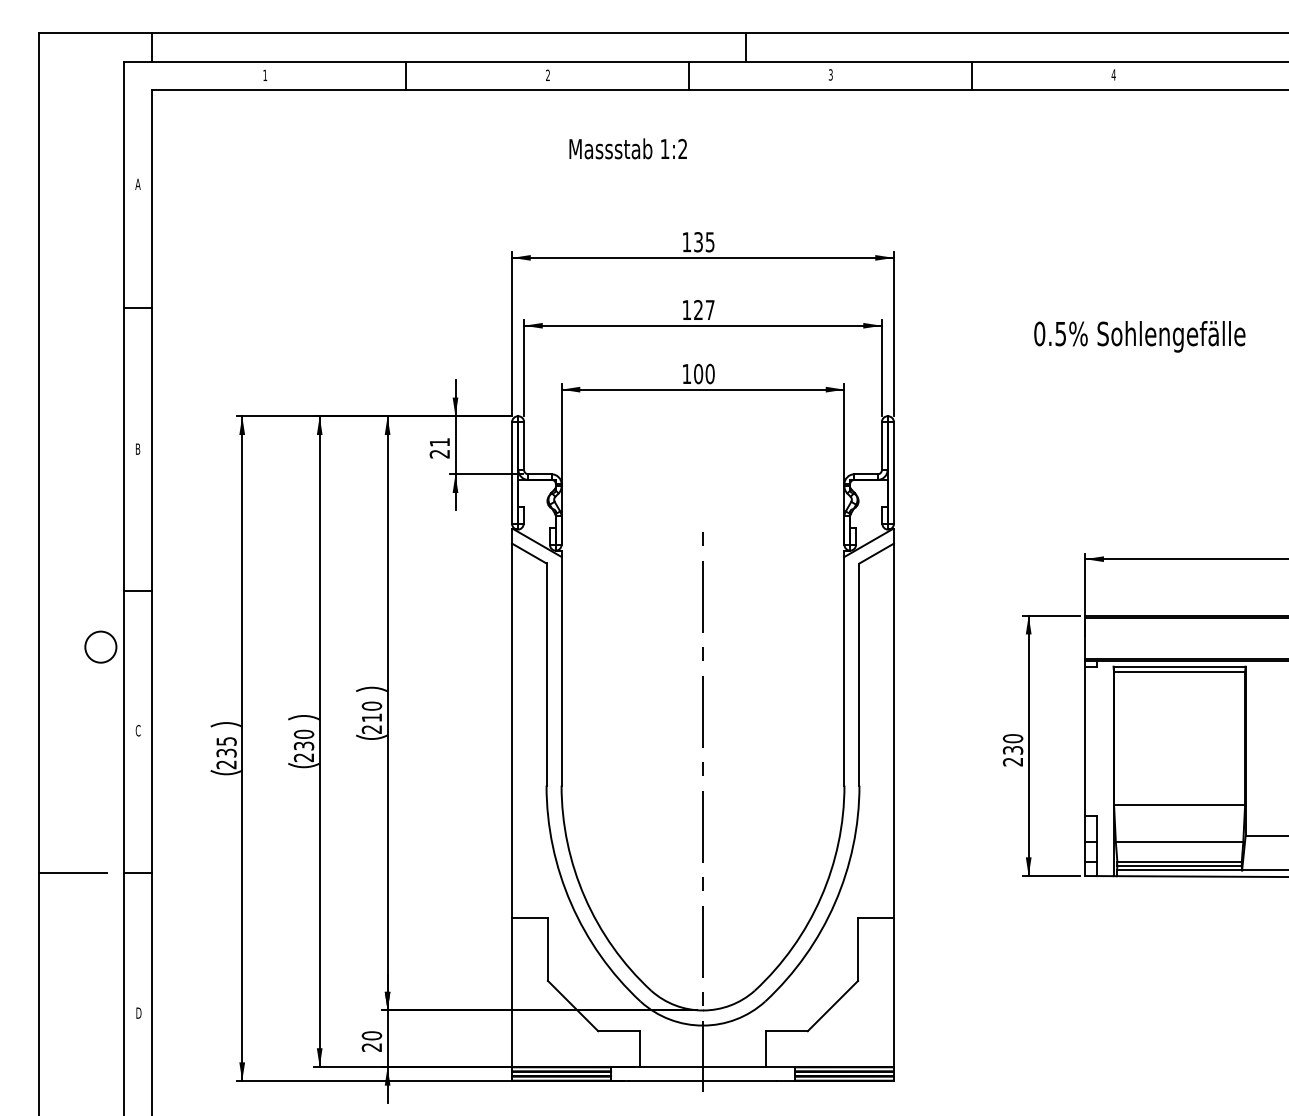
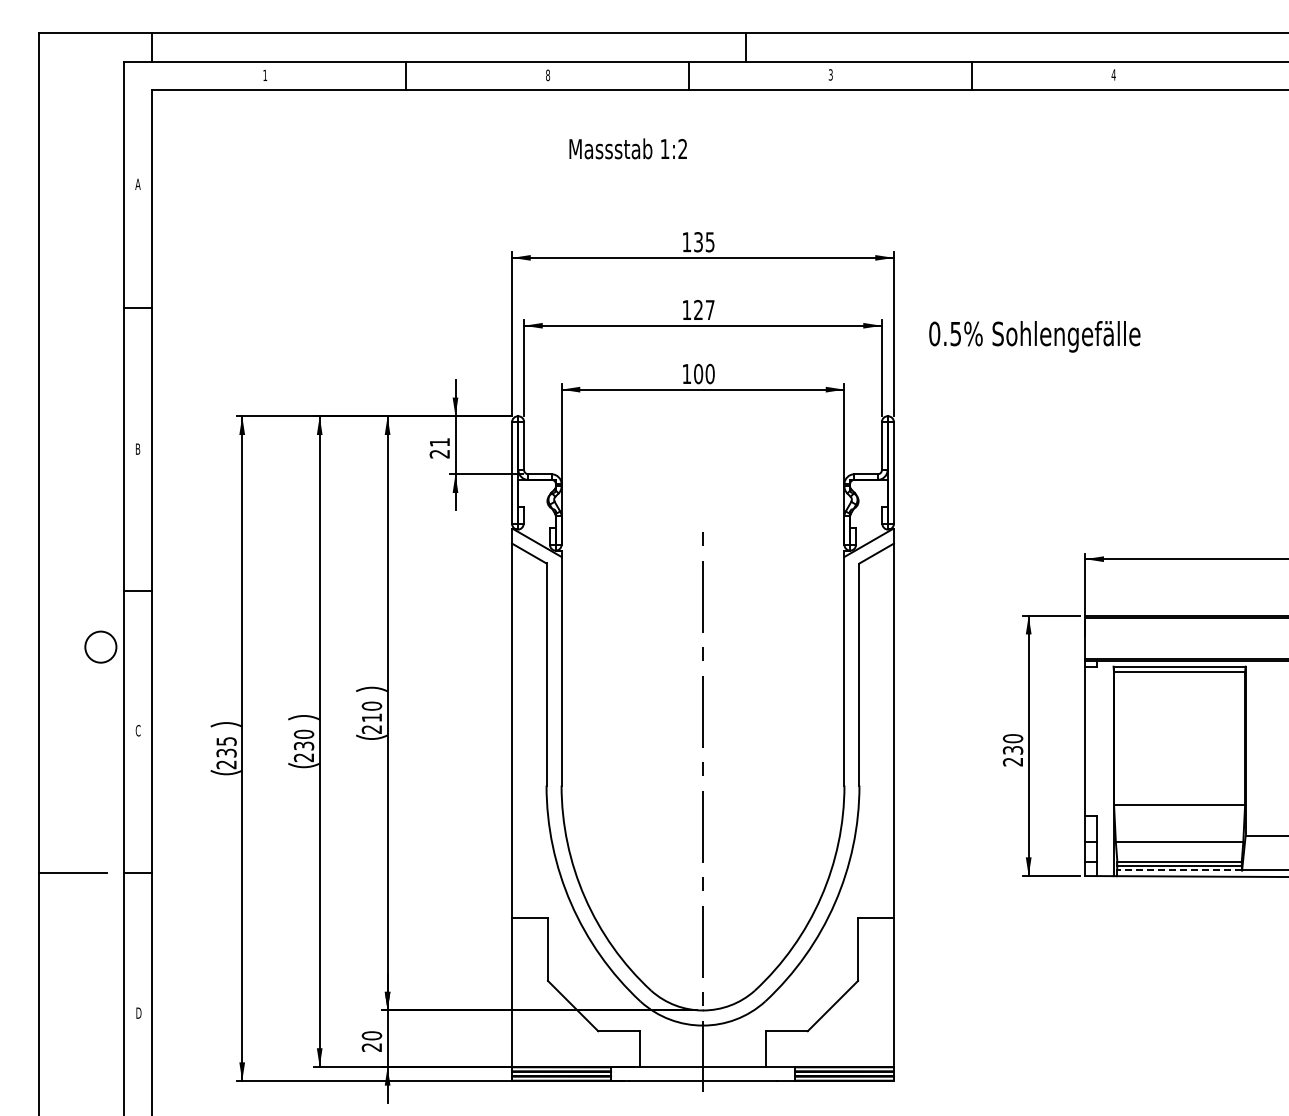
text at (548, 75): 2 -> 8
text at (1139, 336) position: (1139, 336) -> (1034, 336)
line at (1179, 870): solid -> dashed
